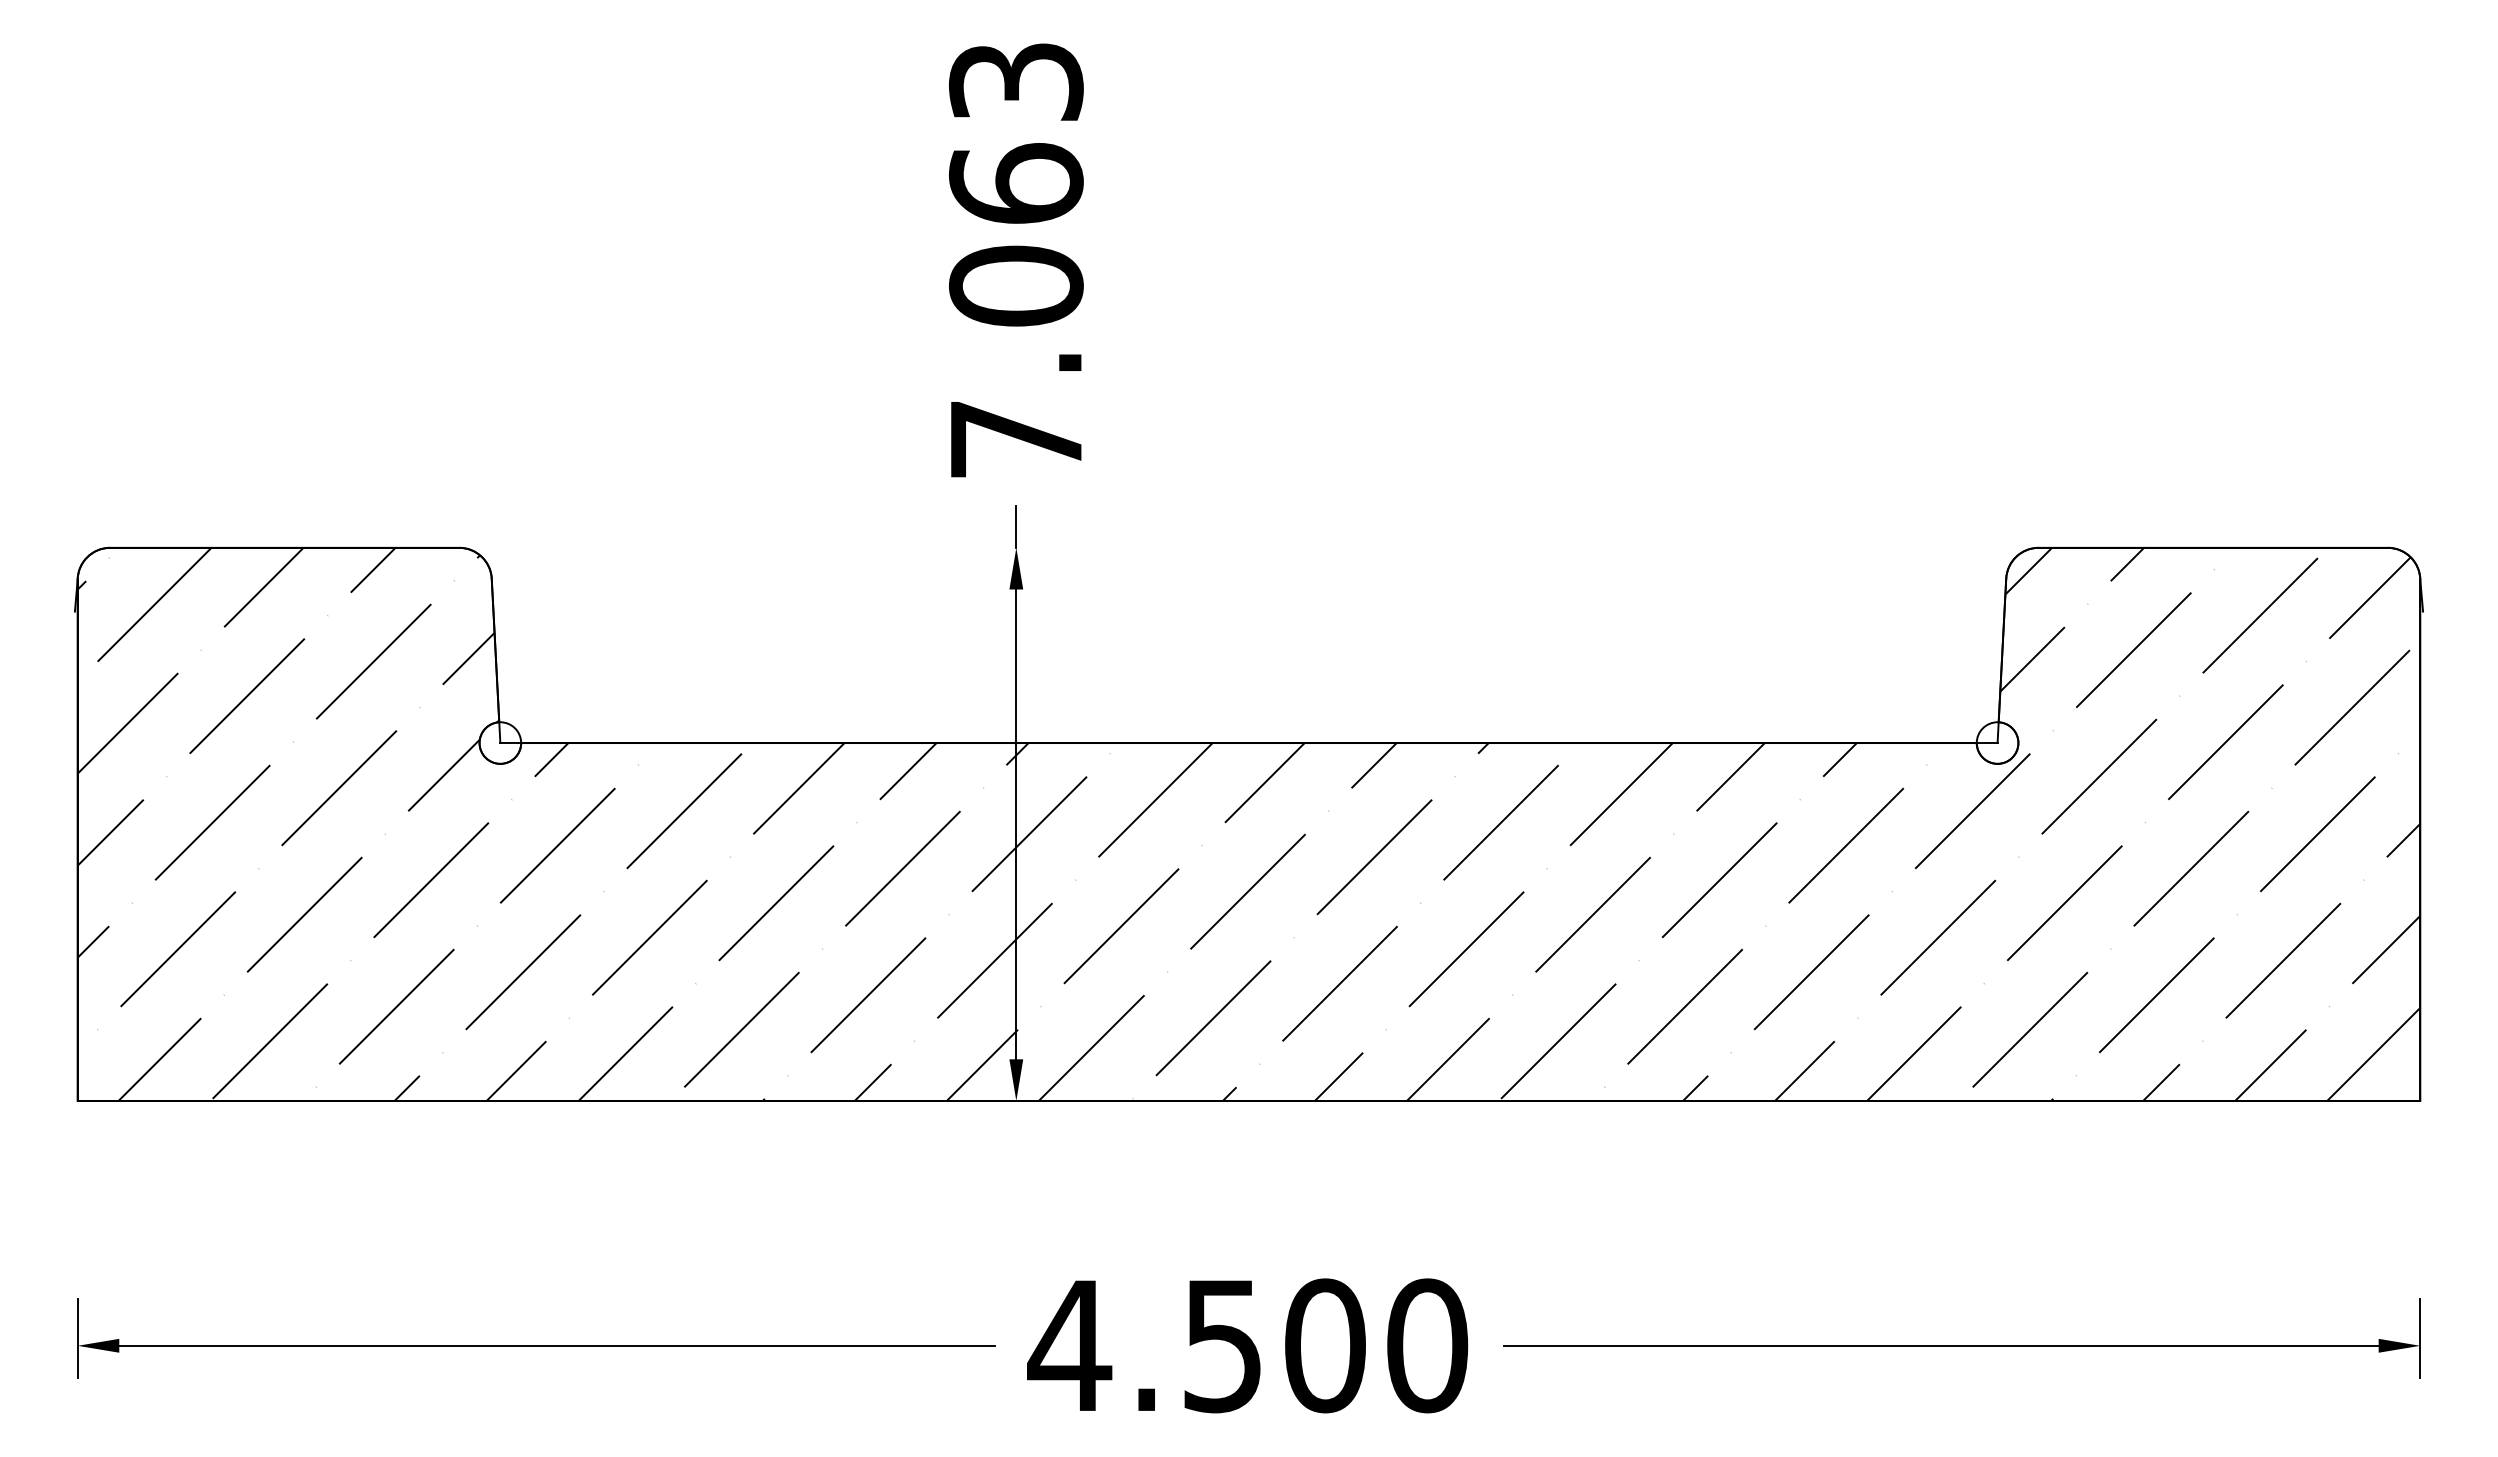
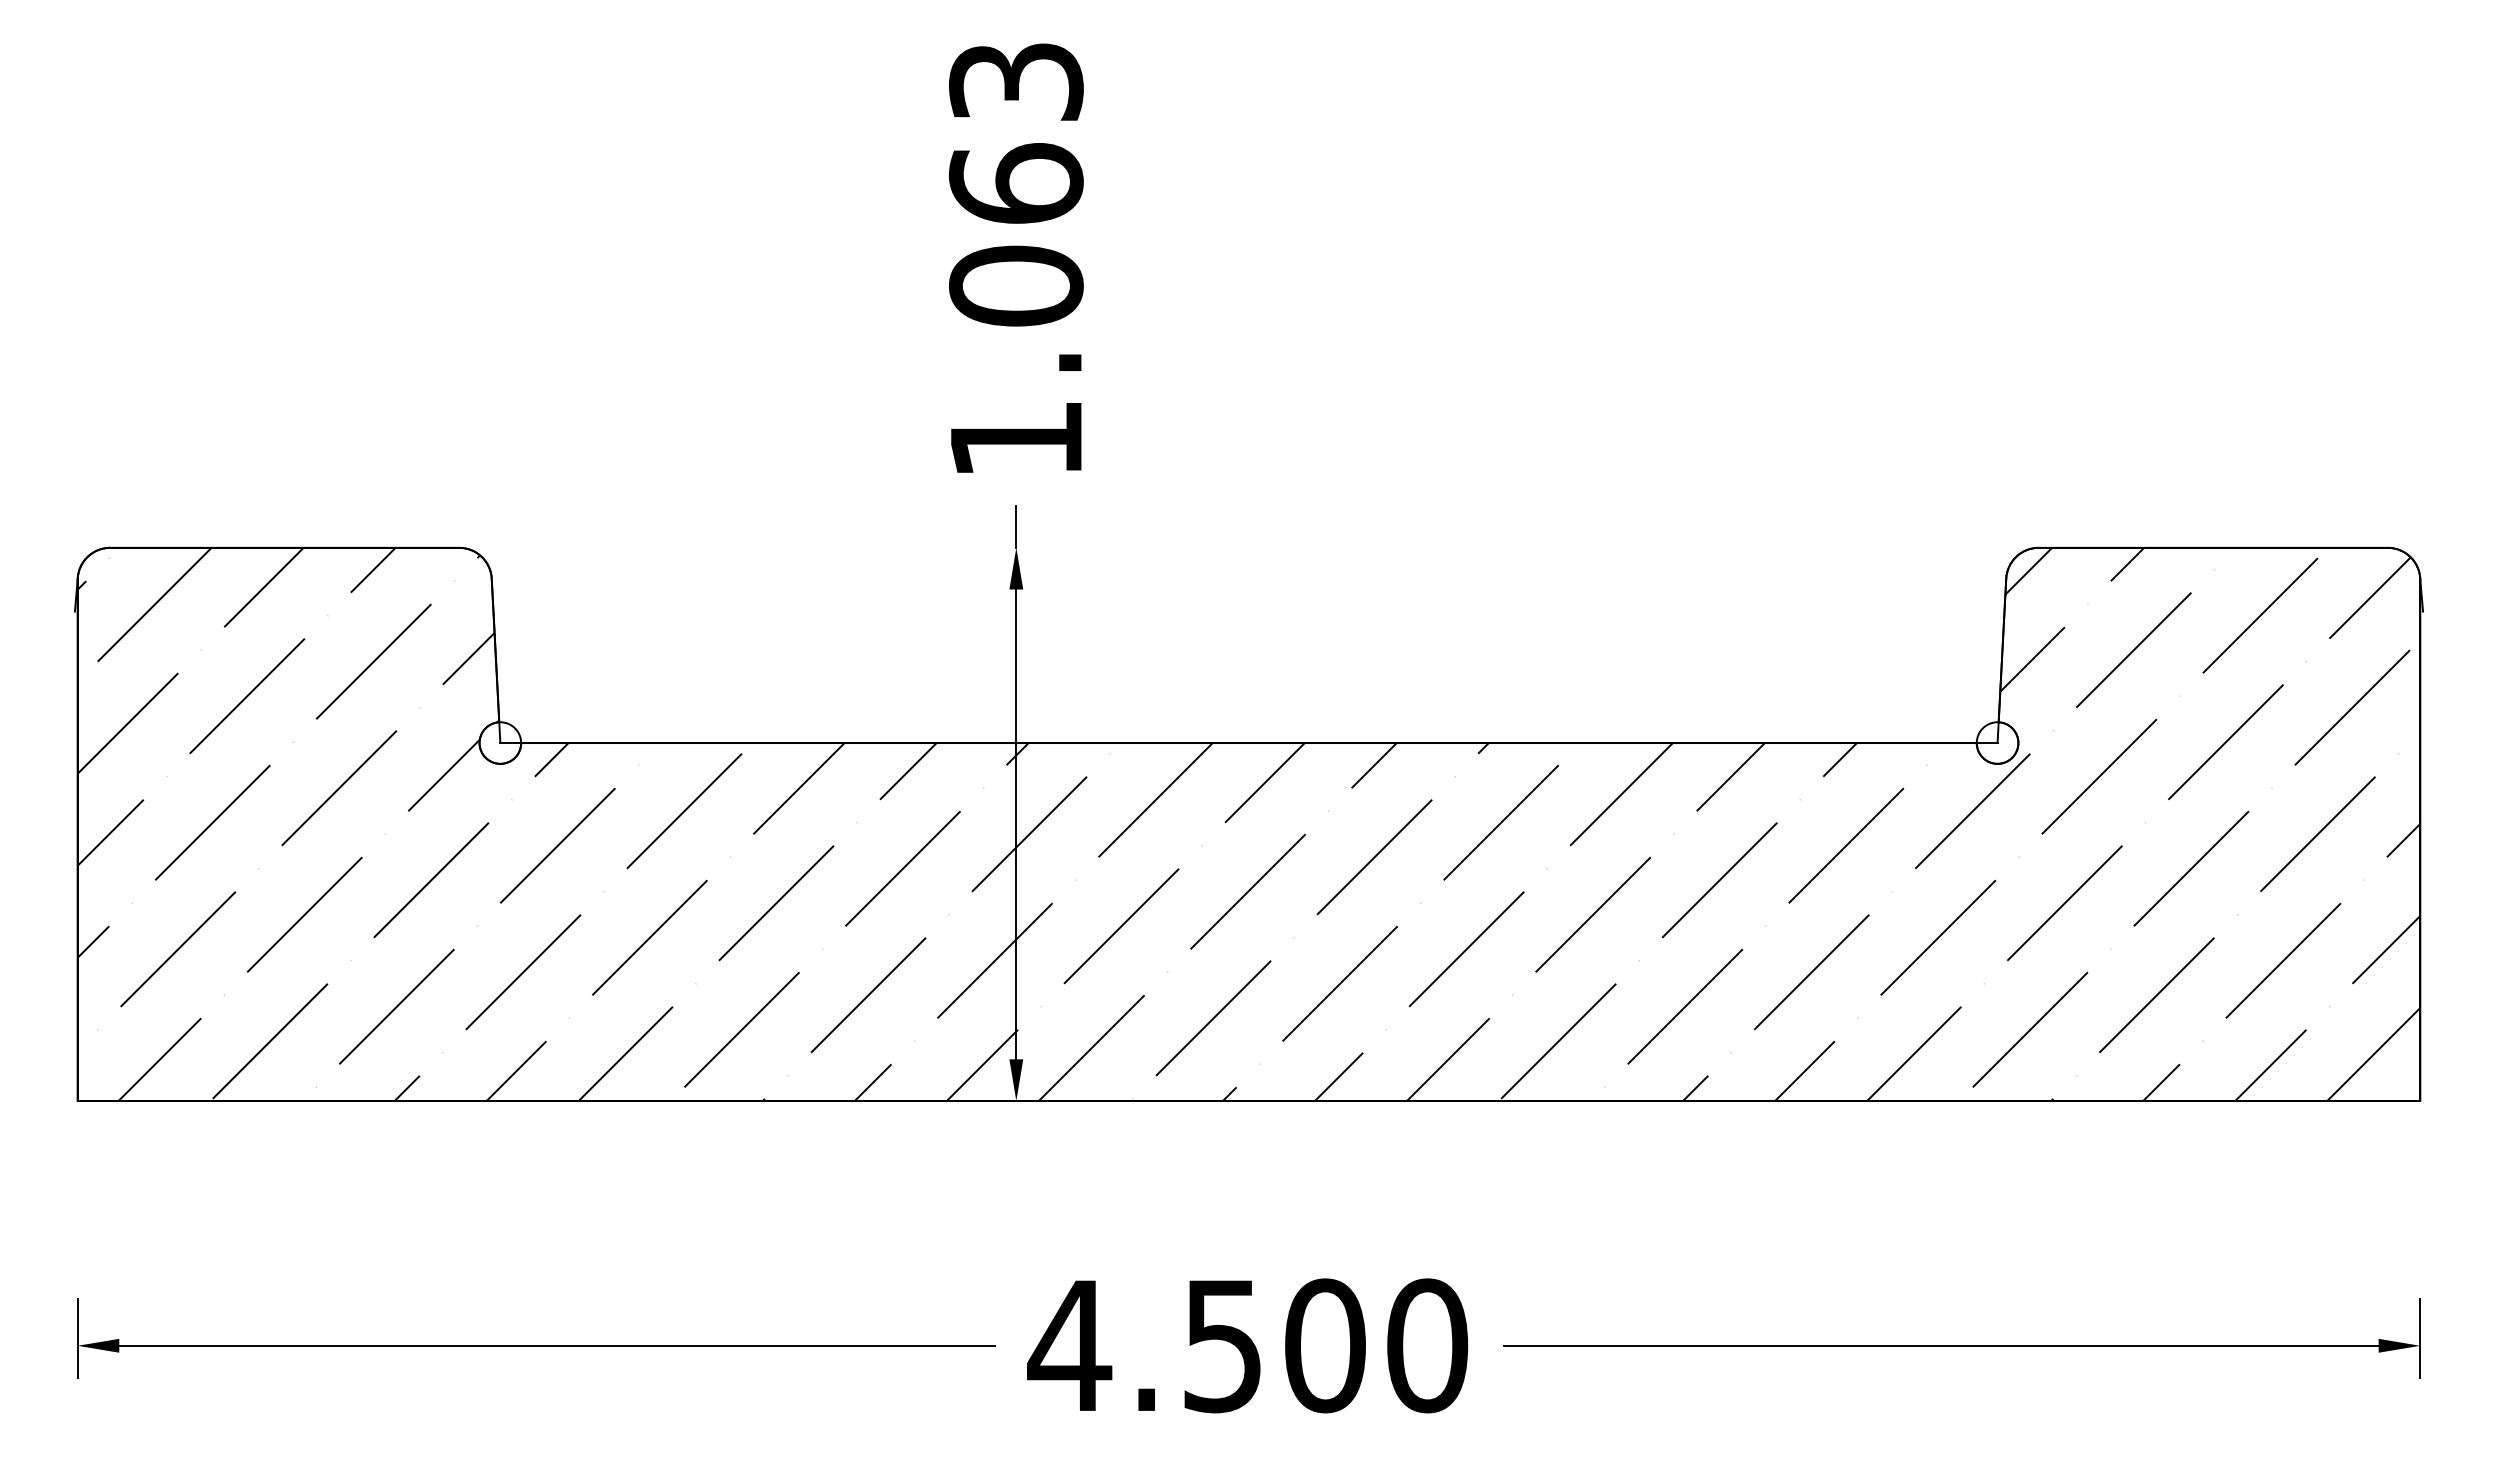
text at (1016, 439): 7.063 -> 1.063
